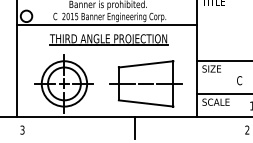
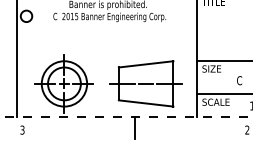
line at (107, 24): present -> none
part at (108, 39): present -> none
line at (126, 116): solid -> dashed
